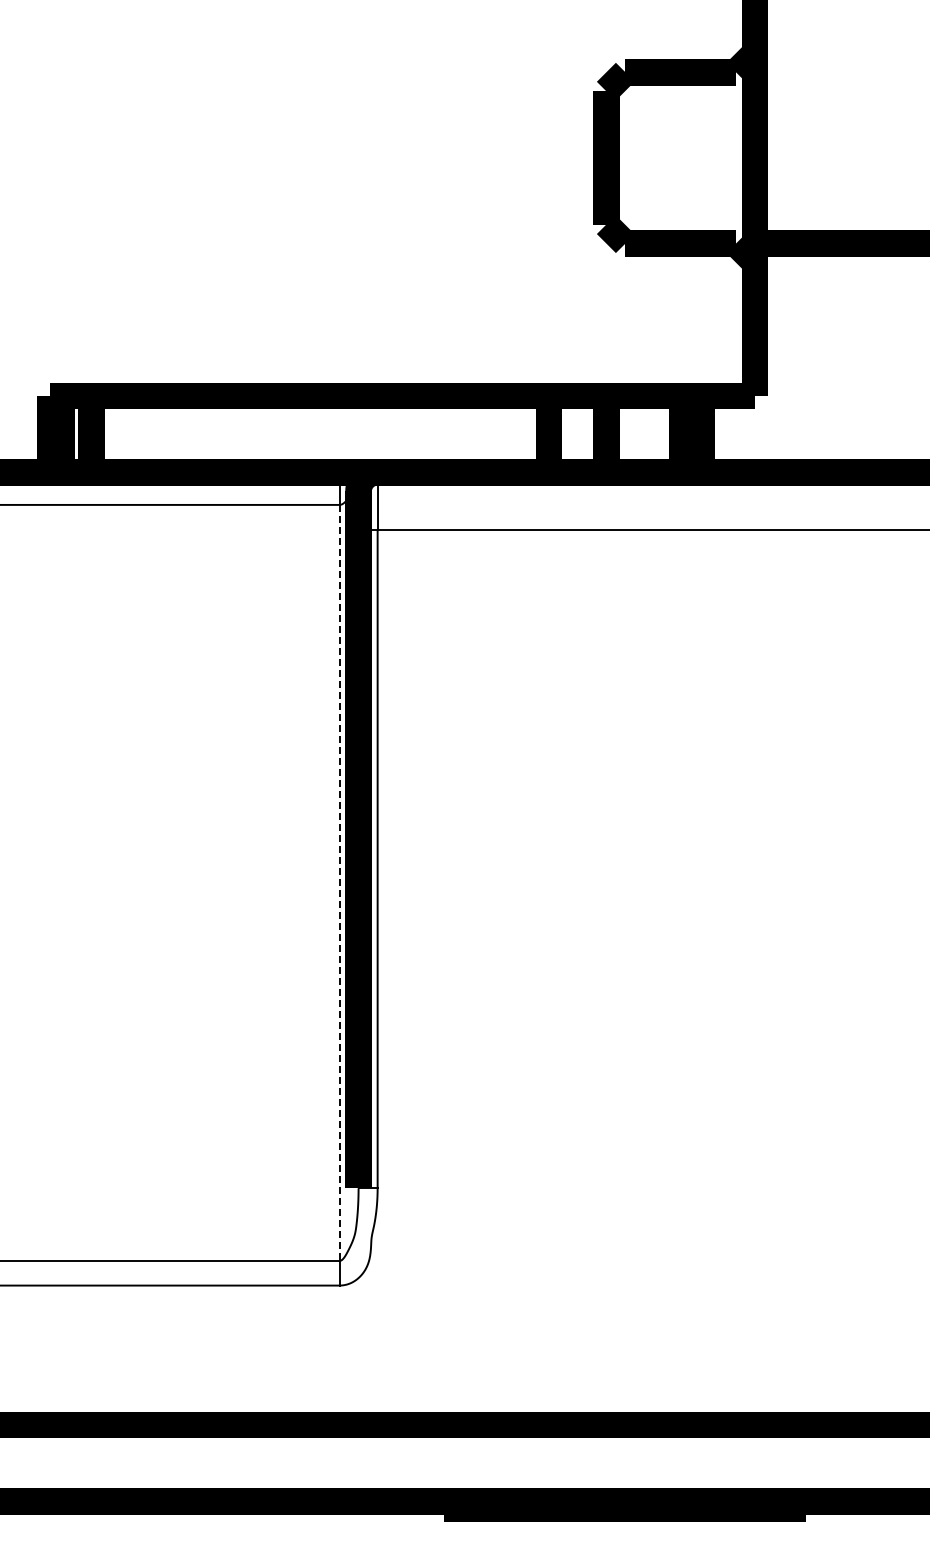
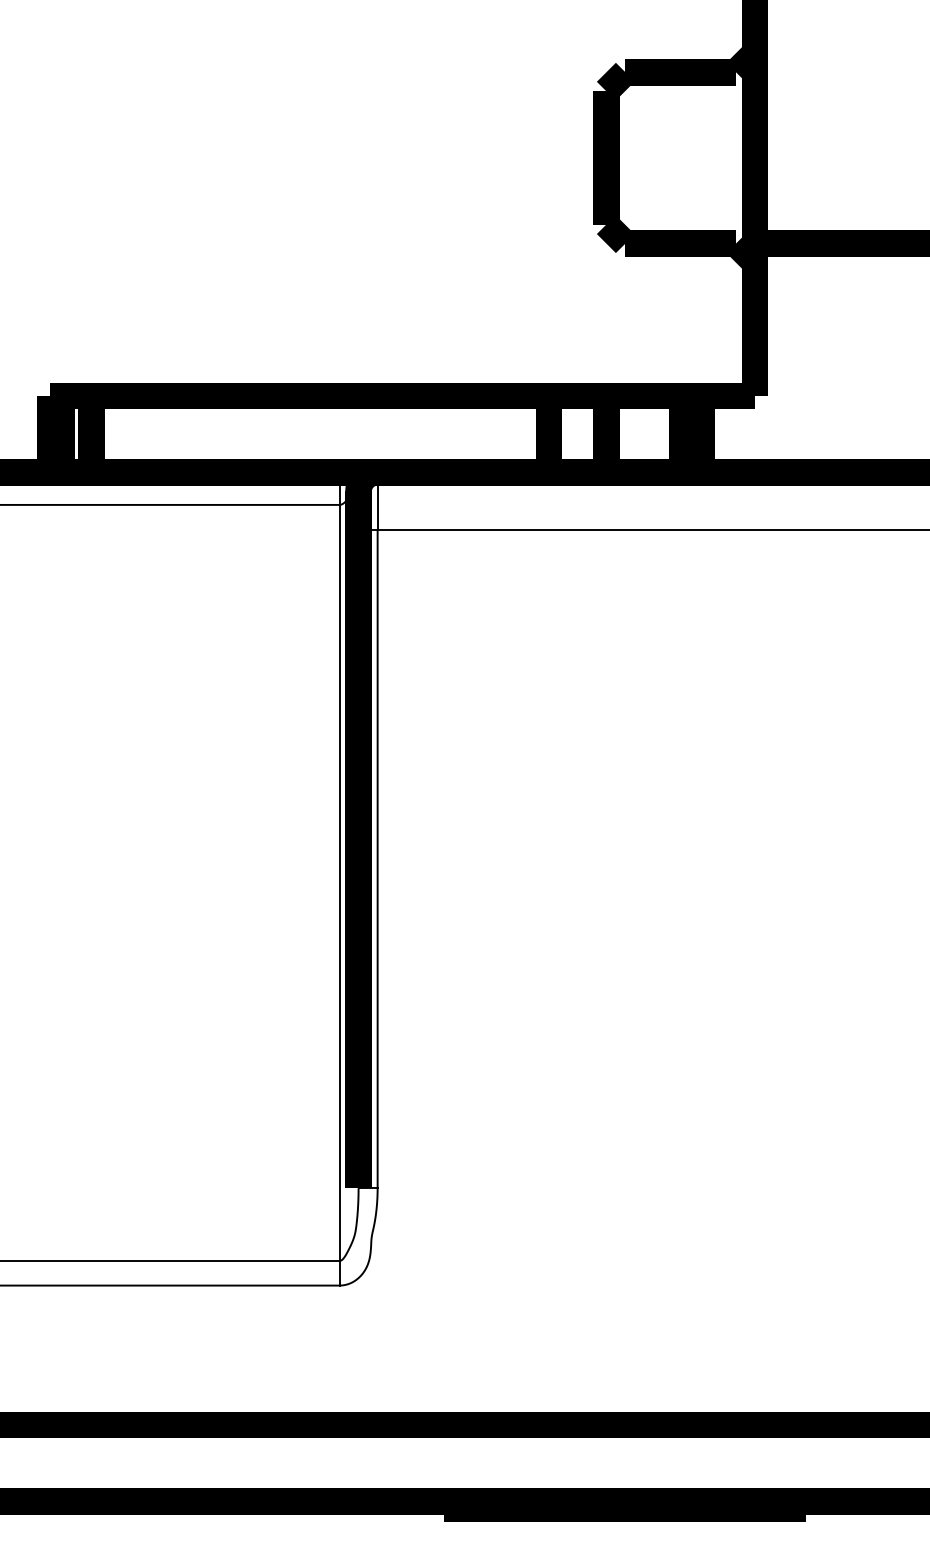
line at (339, 883): dashed -> solid
